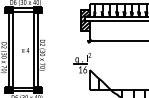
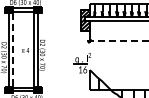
line at (118, 41): solid -> dashed
line at (13, 49): solid -> dashed
